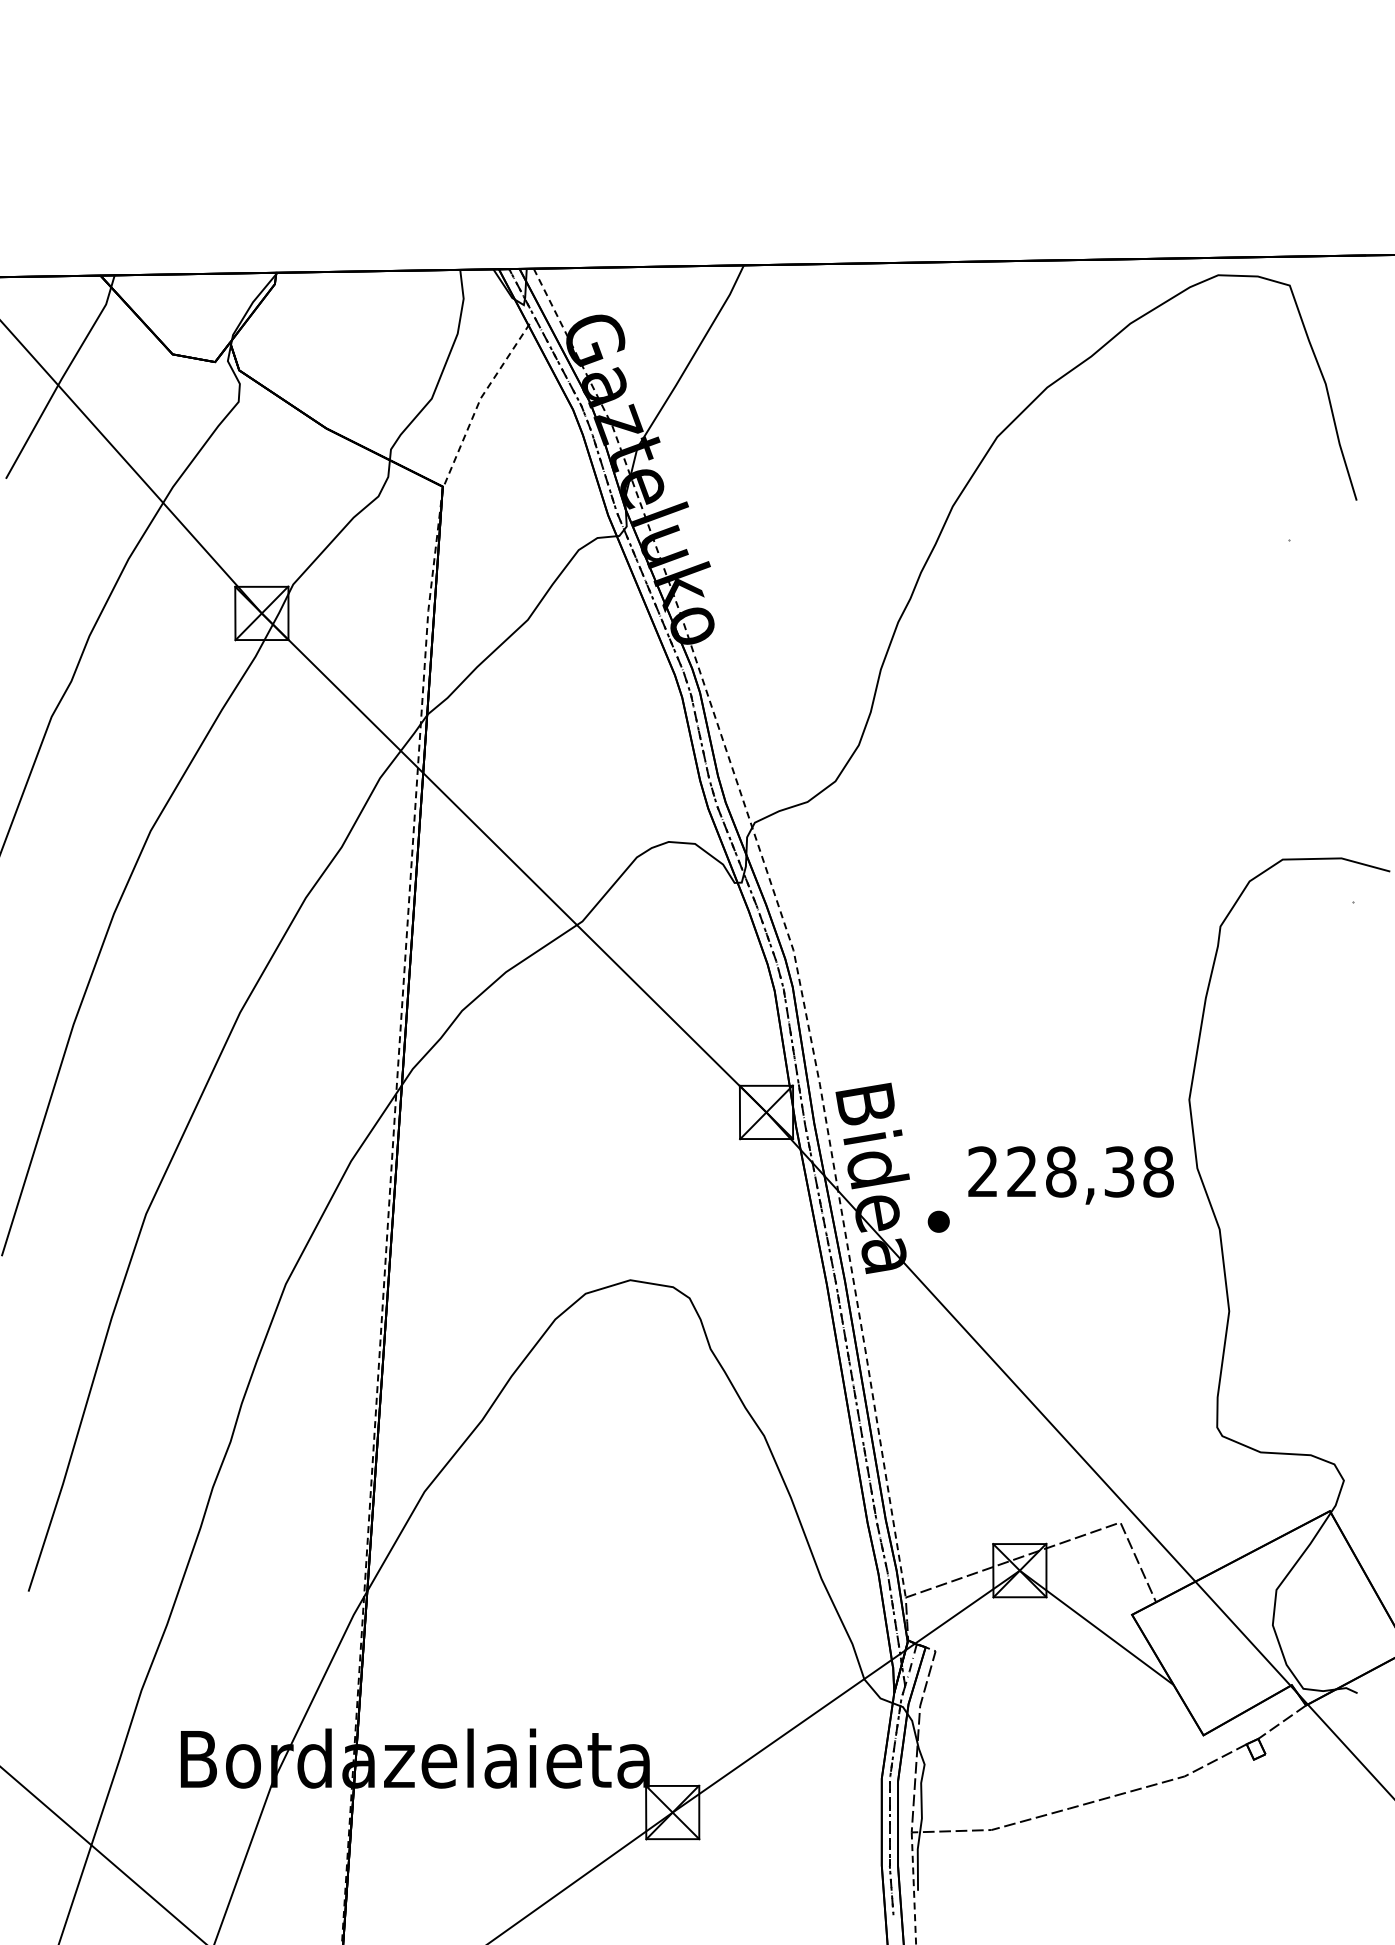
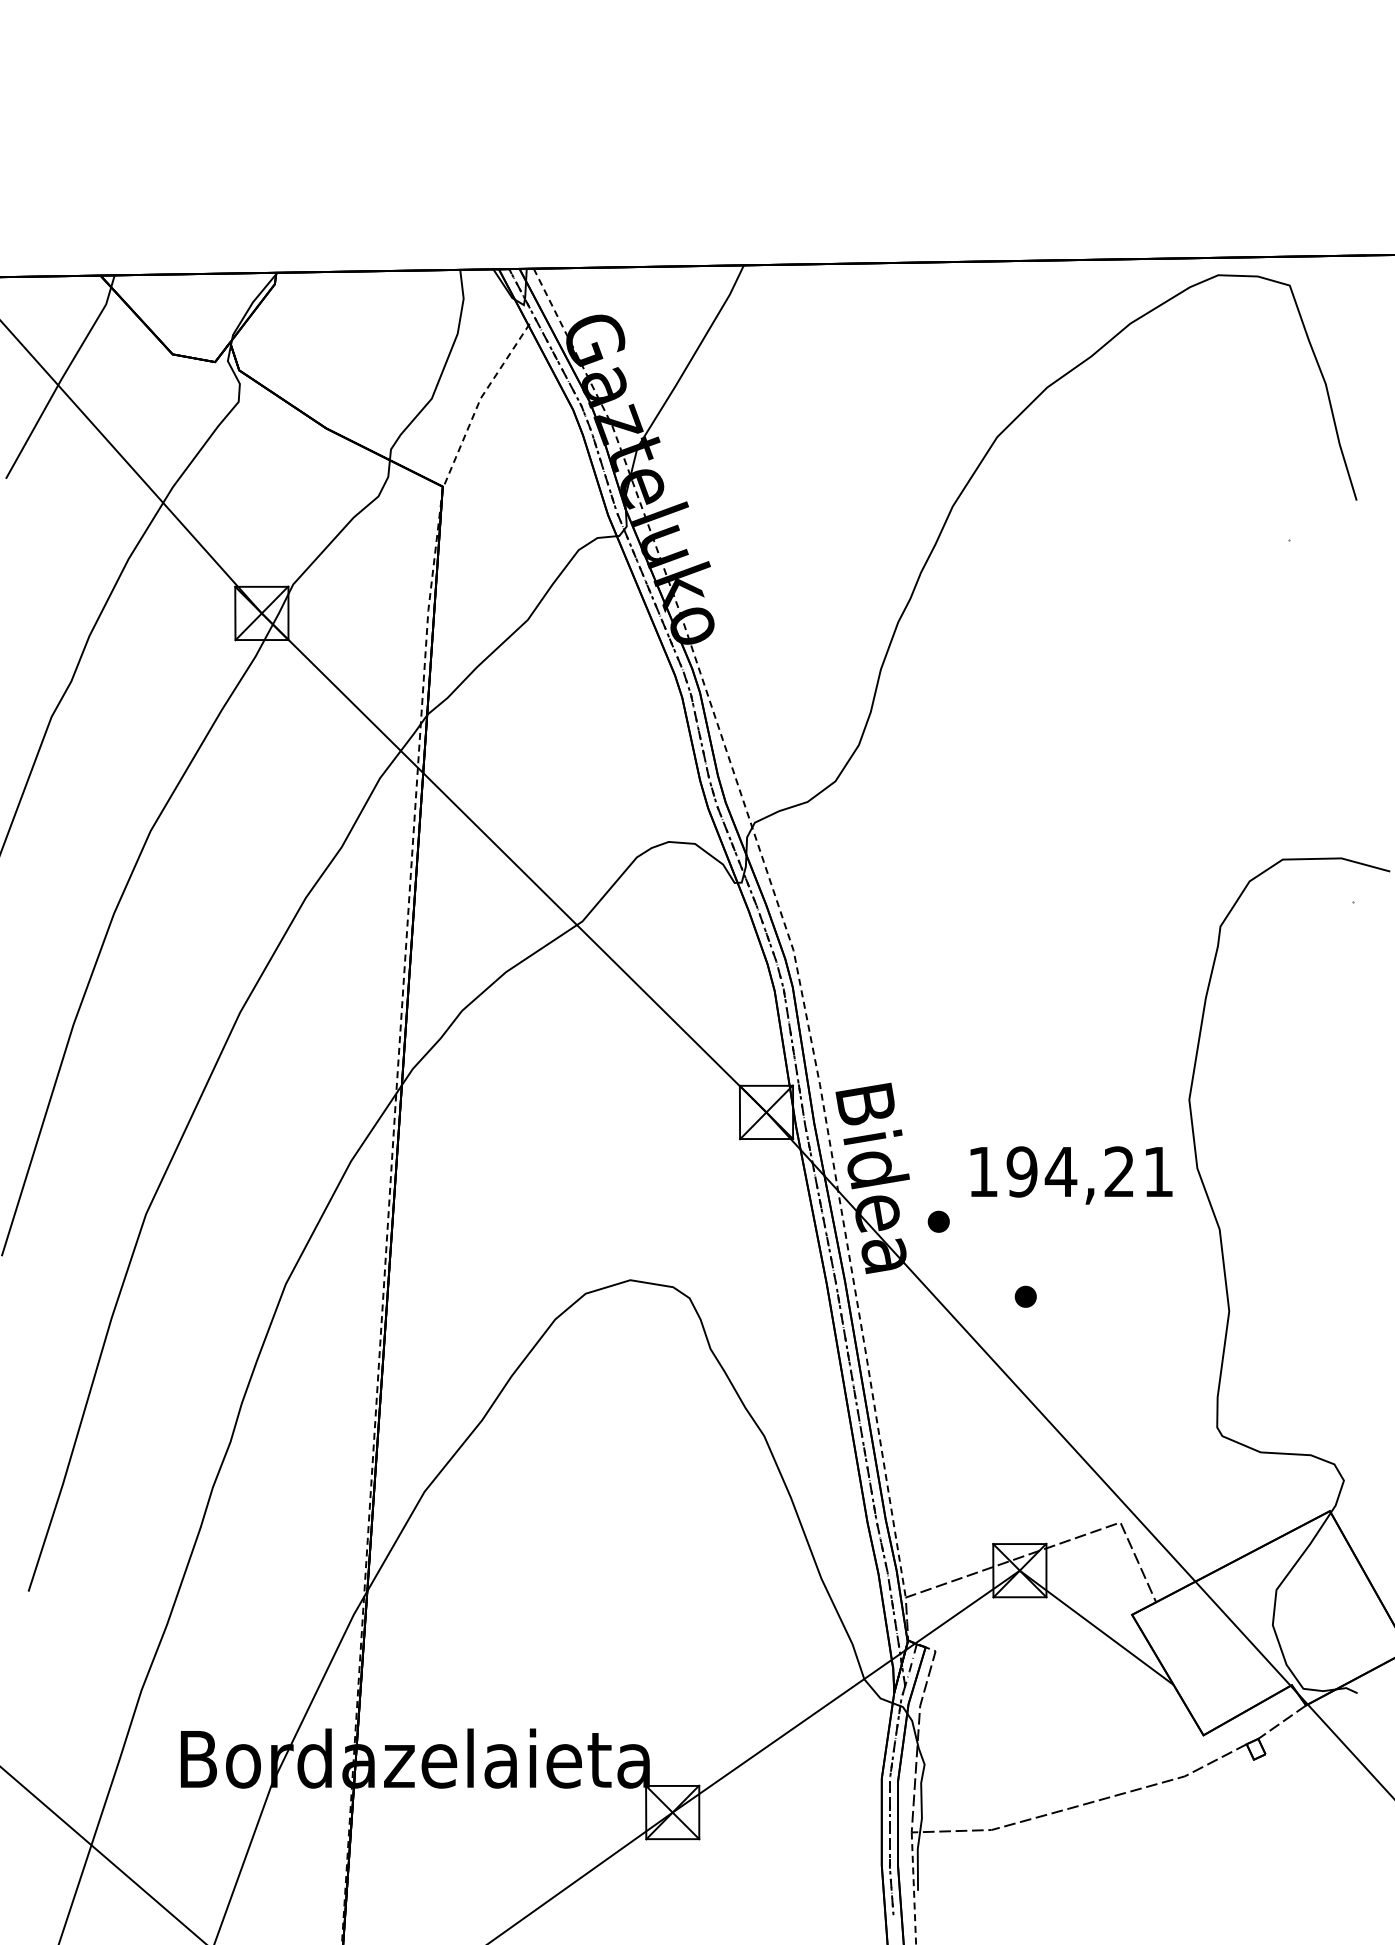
text at (1070, 1171): 228,38 -> 194,21
part at (1025, 1296): none -> present
